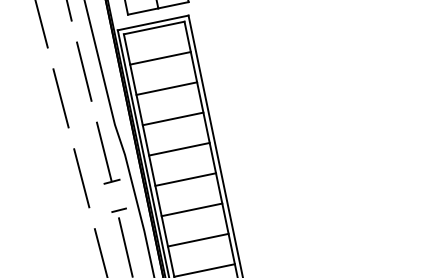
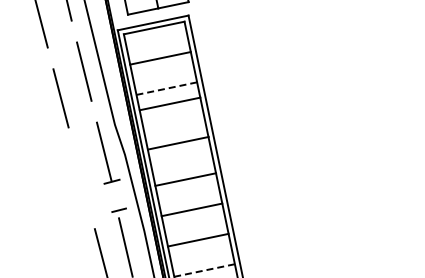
line at (166, 88): solid -> dashed
line at (172, 118) position: (172, 118) -> (169, 103)
line at (179, 148) position: (179, 148) -> (178, 142)
line at (81, 178): present -> none
line at (204, 270): solid -> dashed
